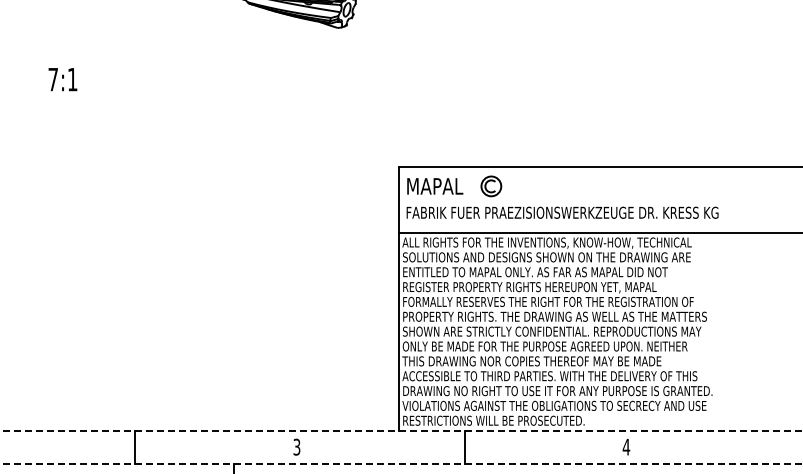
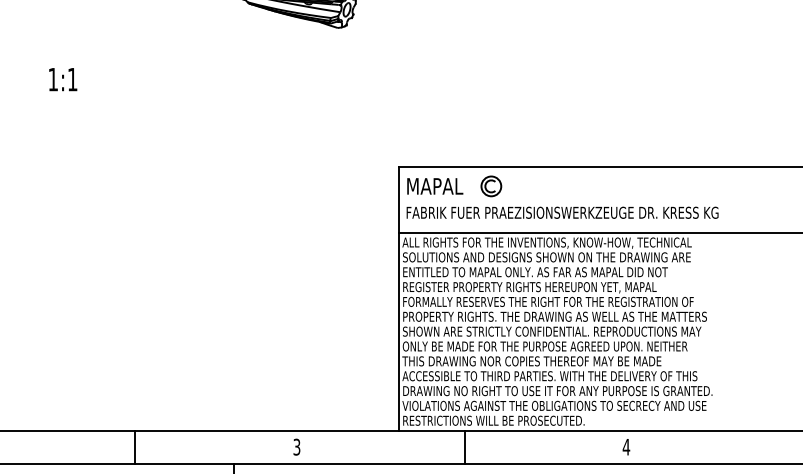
text at (52, 79): 7:1 -> 1:1
line at (401, 430): dashed -> solid
line at (401, 463): dashed -> solid
